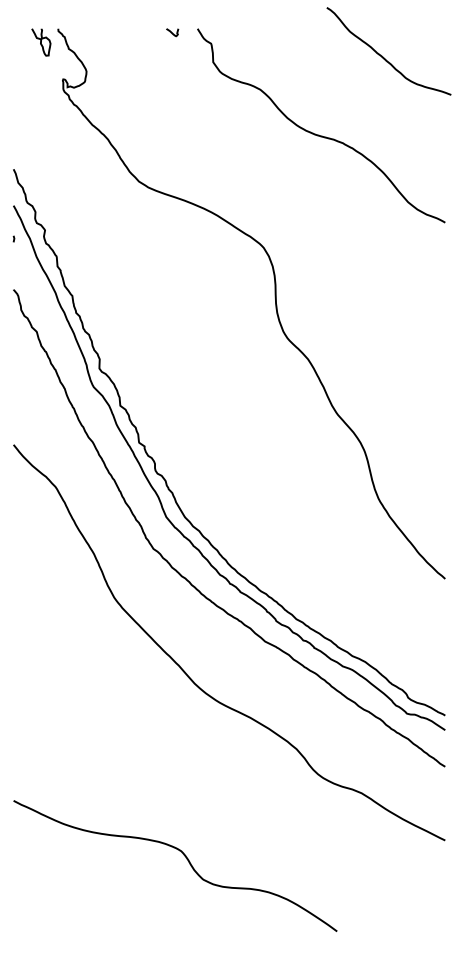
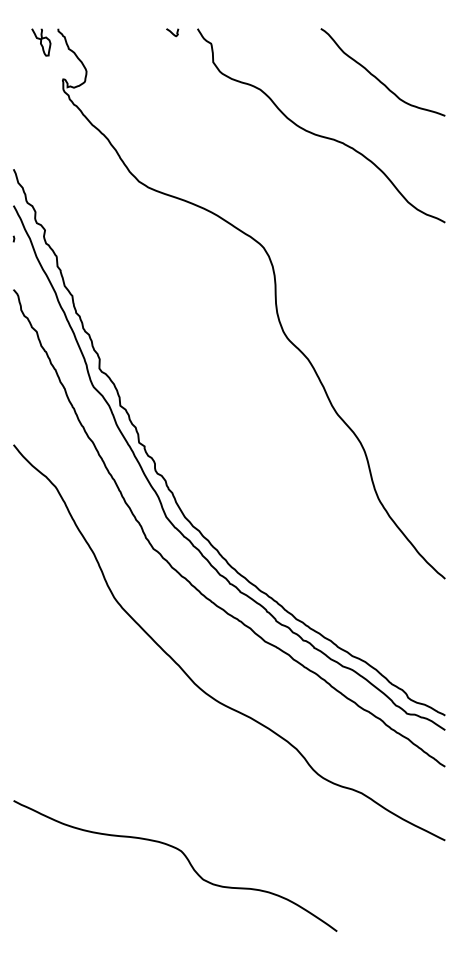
curve at (383, 56) position: (383, 56) -> (377, 77)
